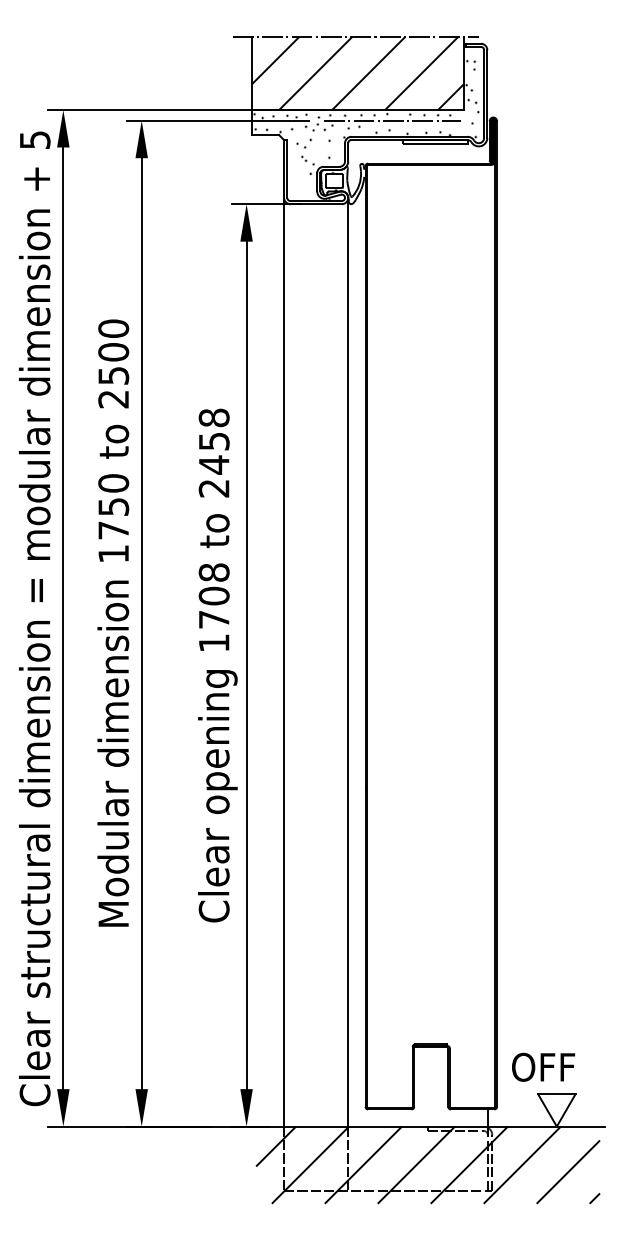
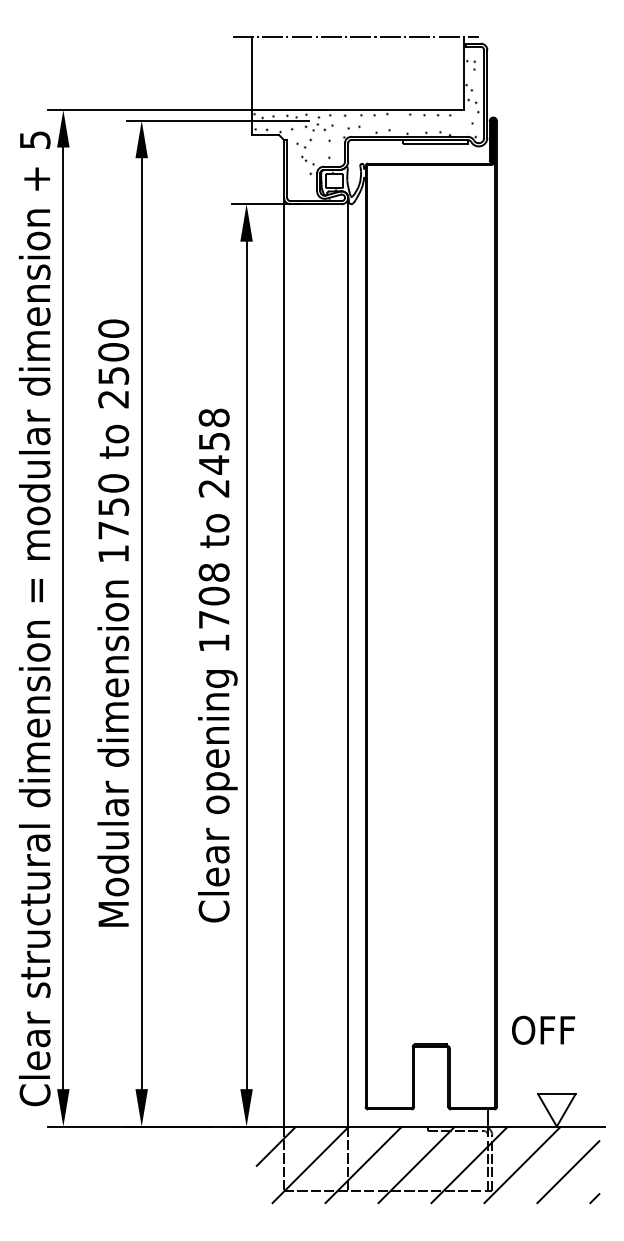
hatch at (357, 73): present -> none
line at (392, 120): present -> none
text at (543, 1066) position: (543, 1066) -> (543, 1029)
